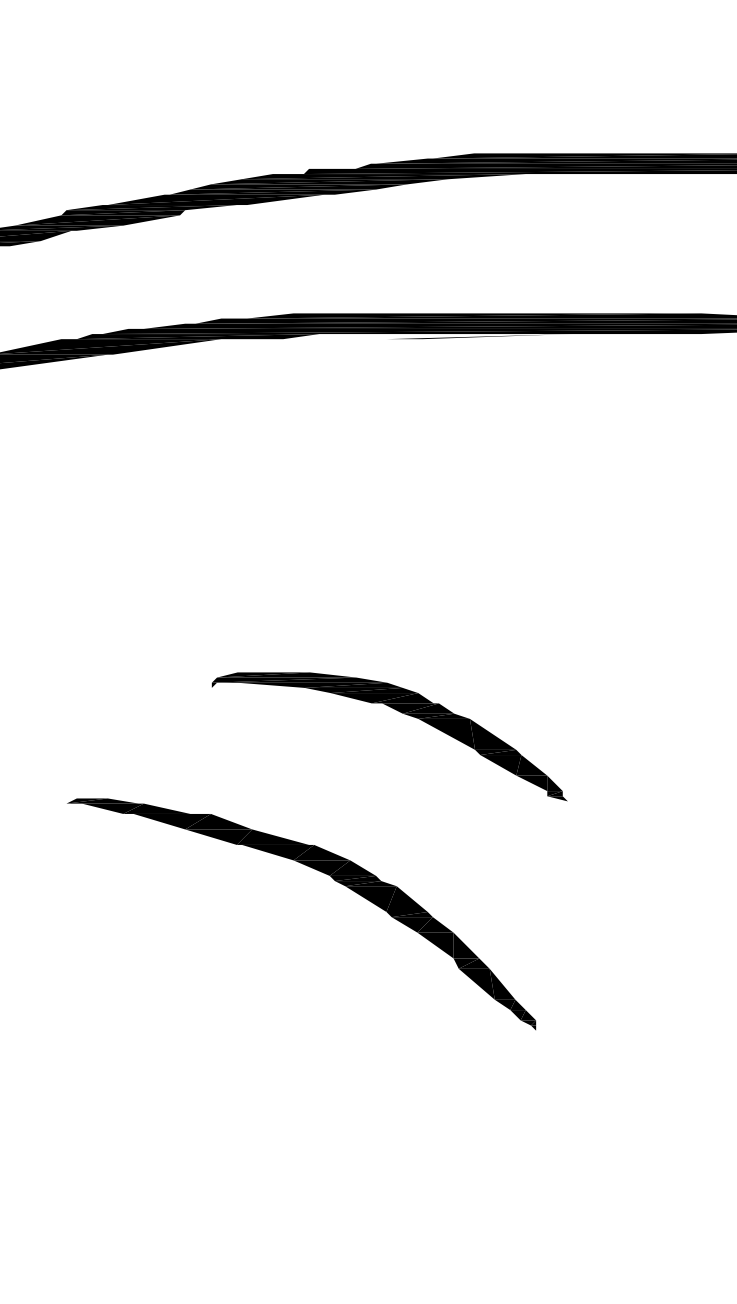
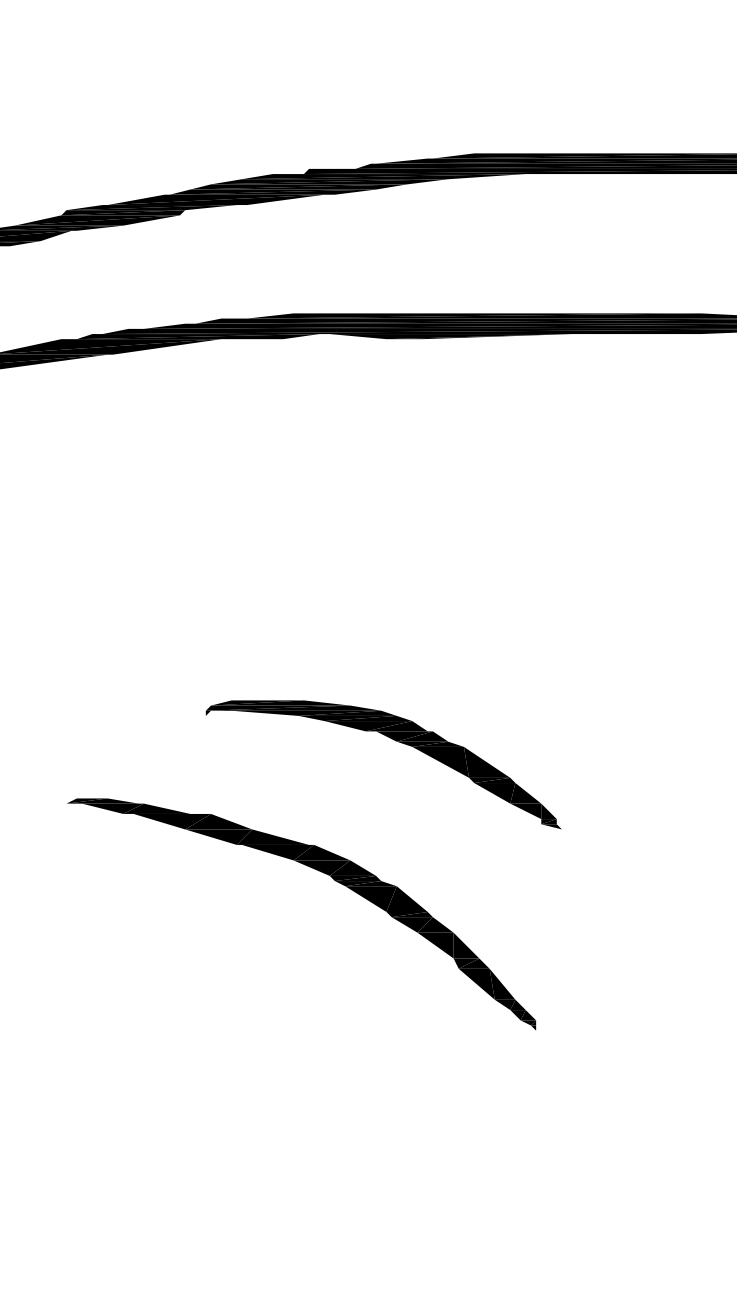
fill at (450, 336): none -> present
part at (400, 712) position: (400, 712) -> (394, 740)
